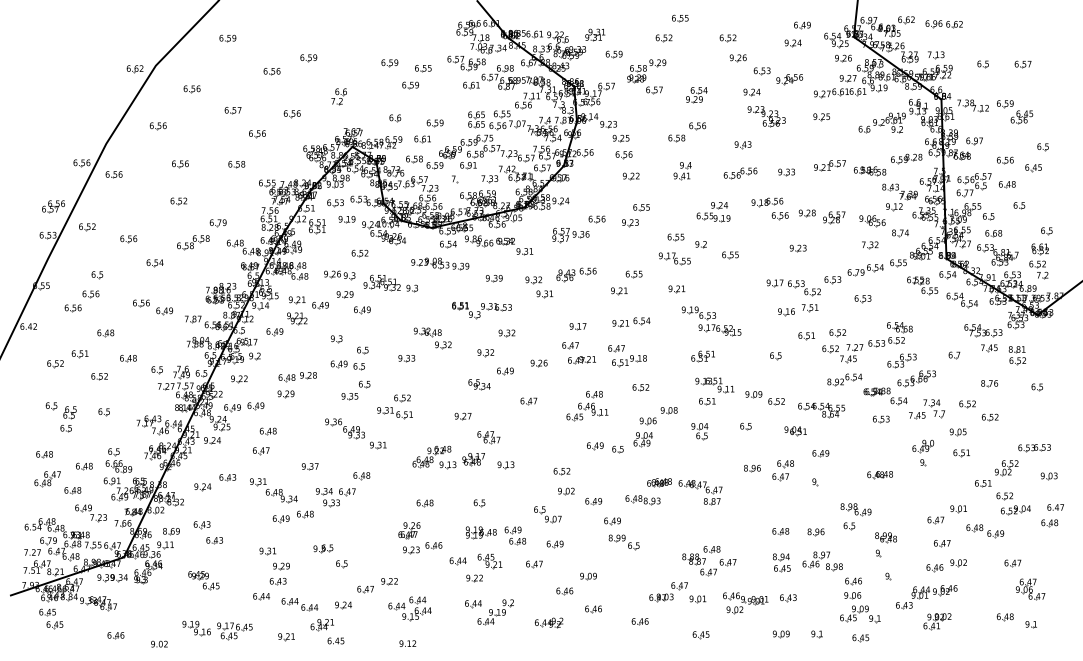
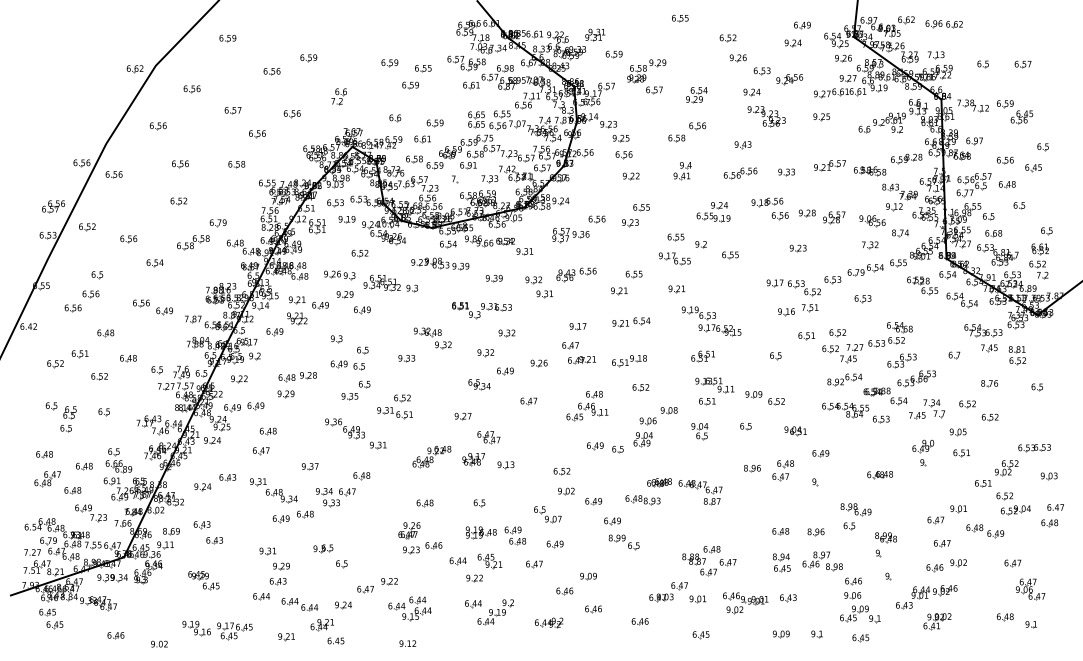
part at (663, 38): present -> none
part at (616, 348): present -> none
part at (821, 410) position: (821, 410) -> (845, 410)
part at (447, 465): present -> none
